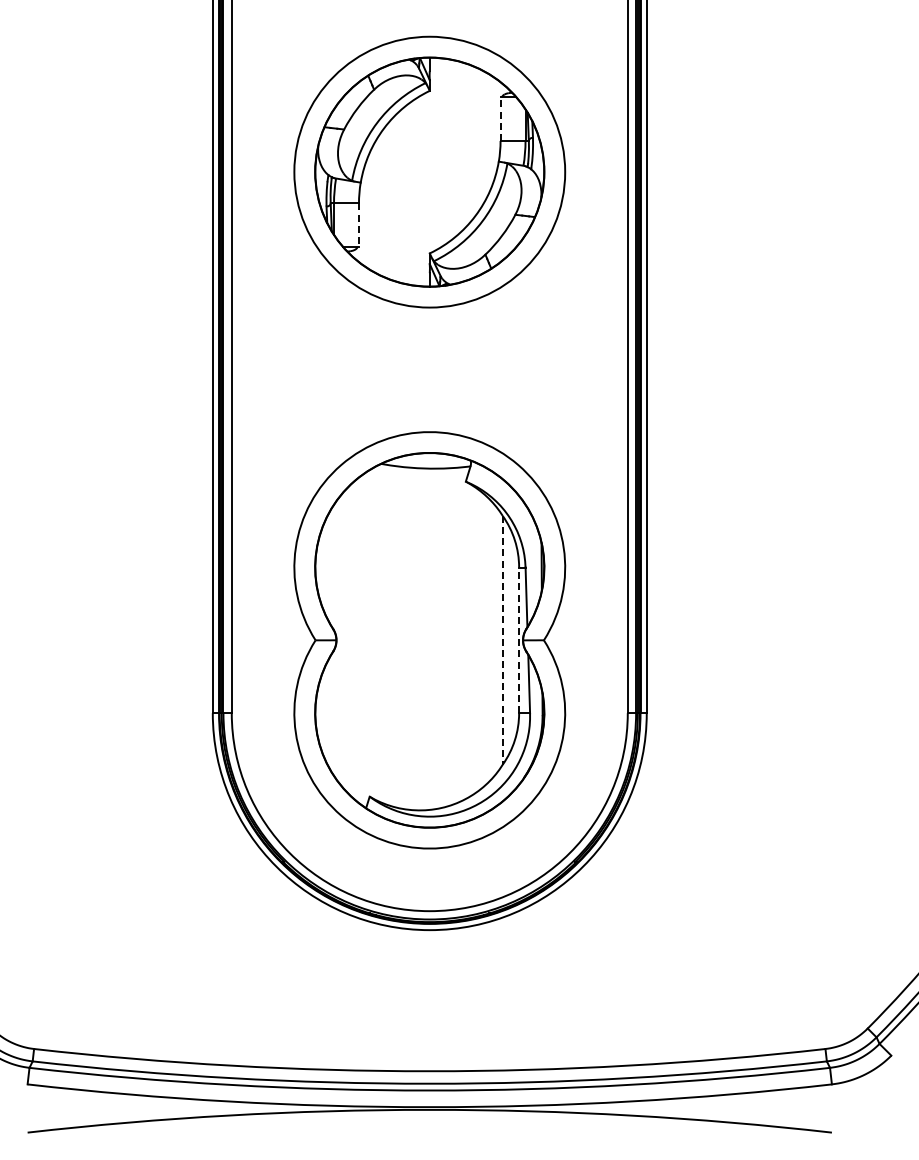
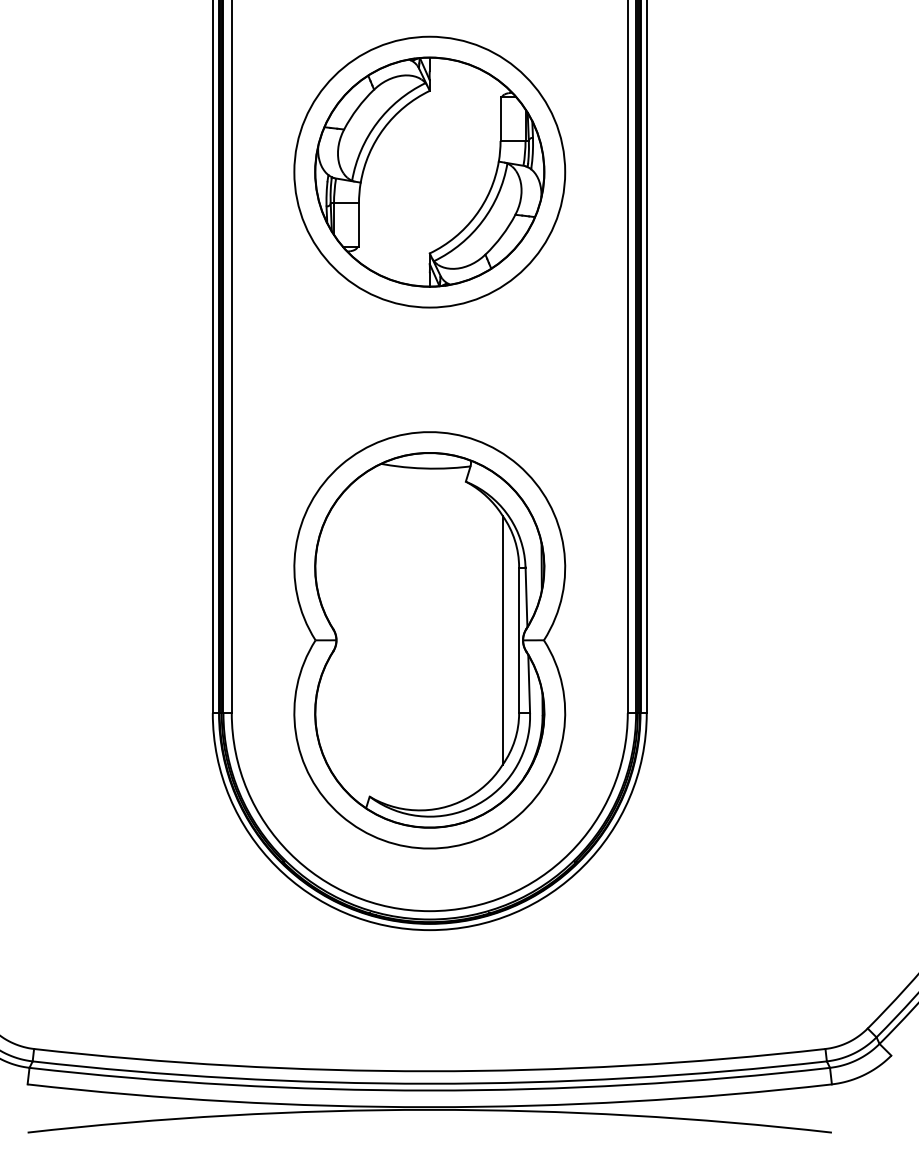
line at (500, 119): dashed -> solid
line at (358, 225): dashed -> solid
line at (502, 640): dashed -> solid
line at (519, 640): dashed -> solid
